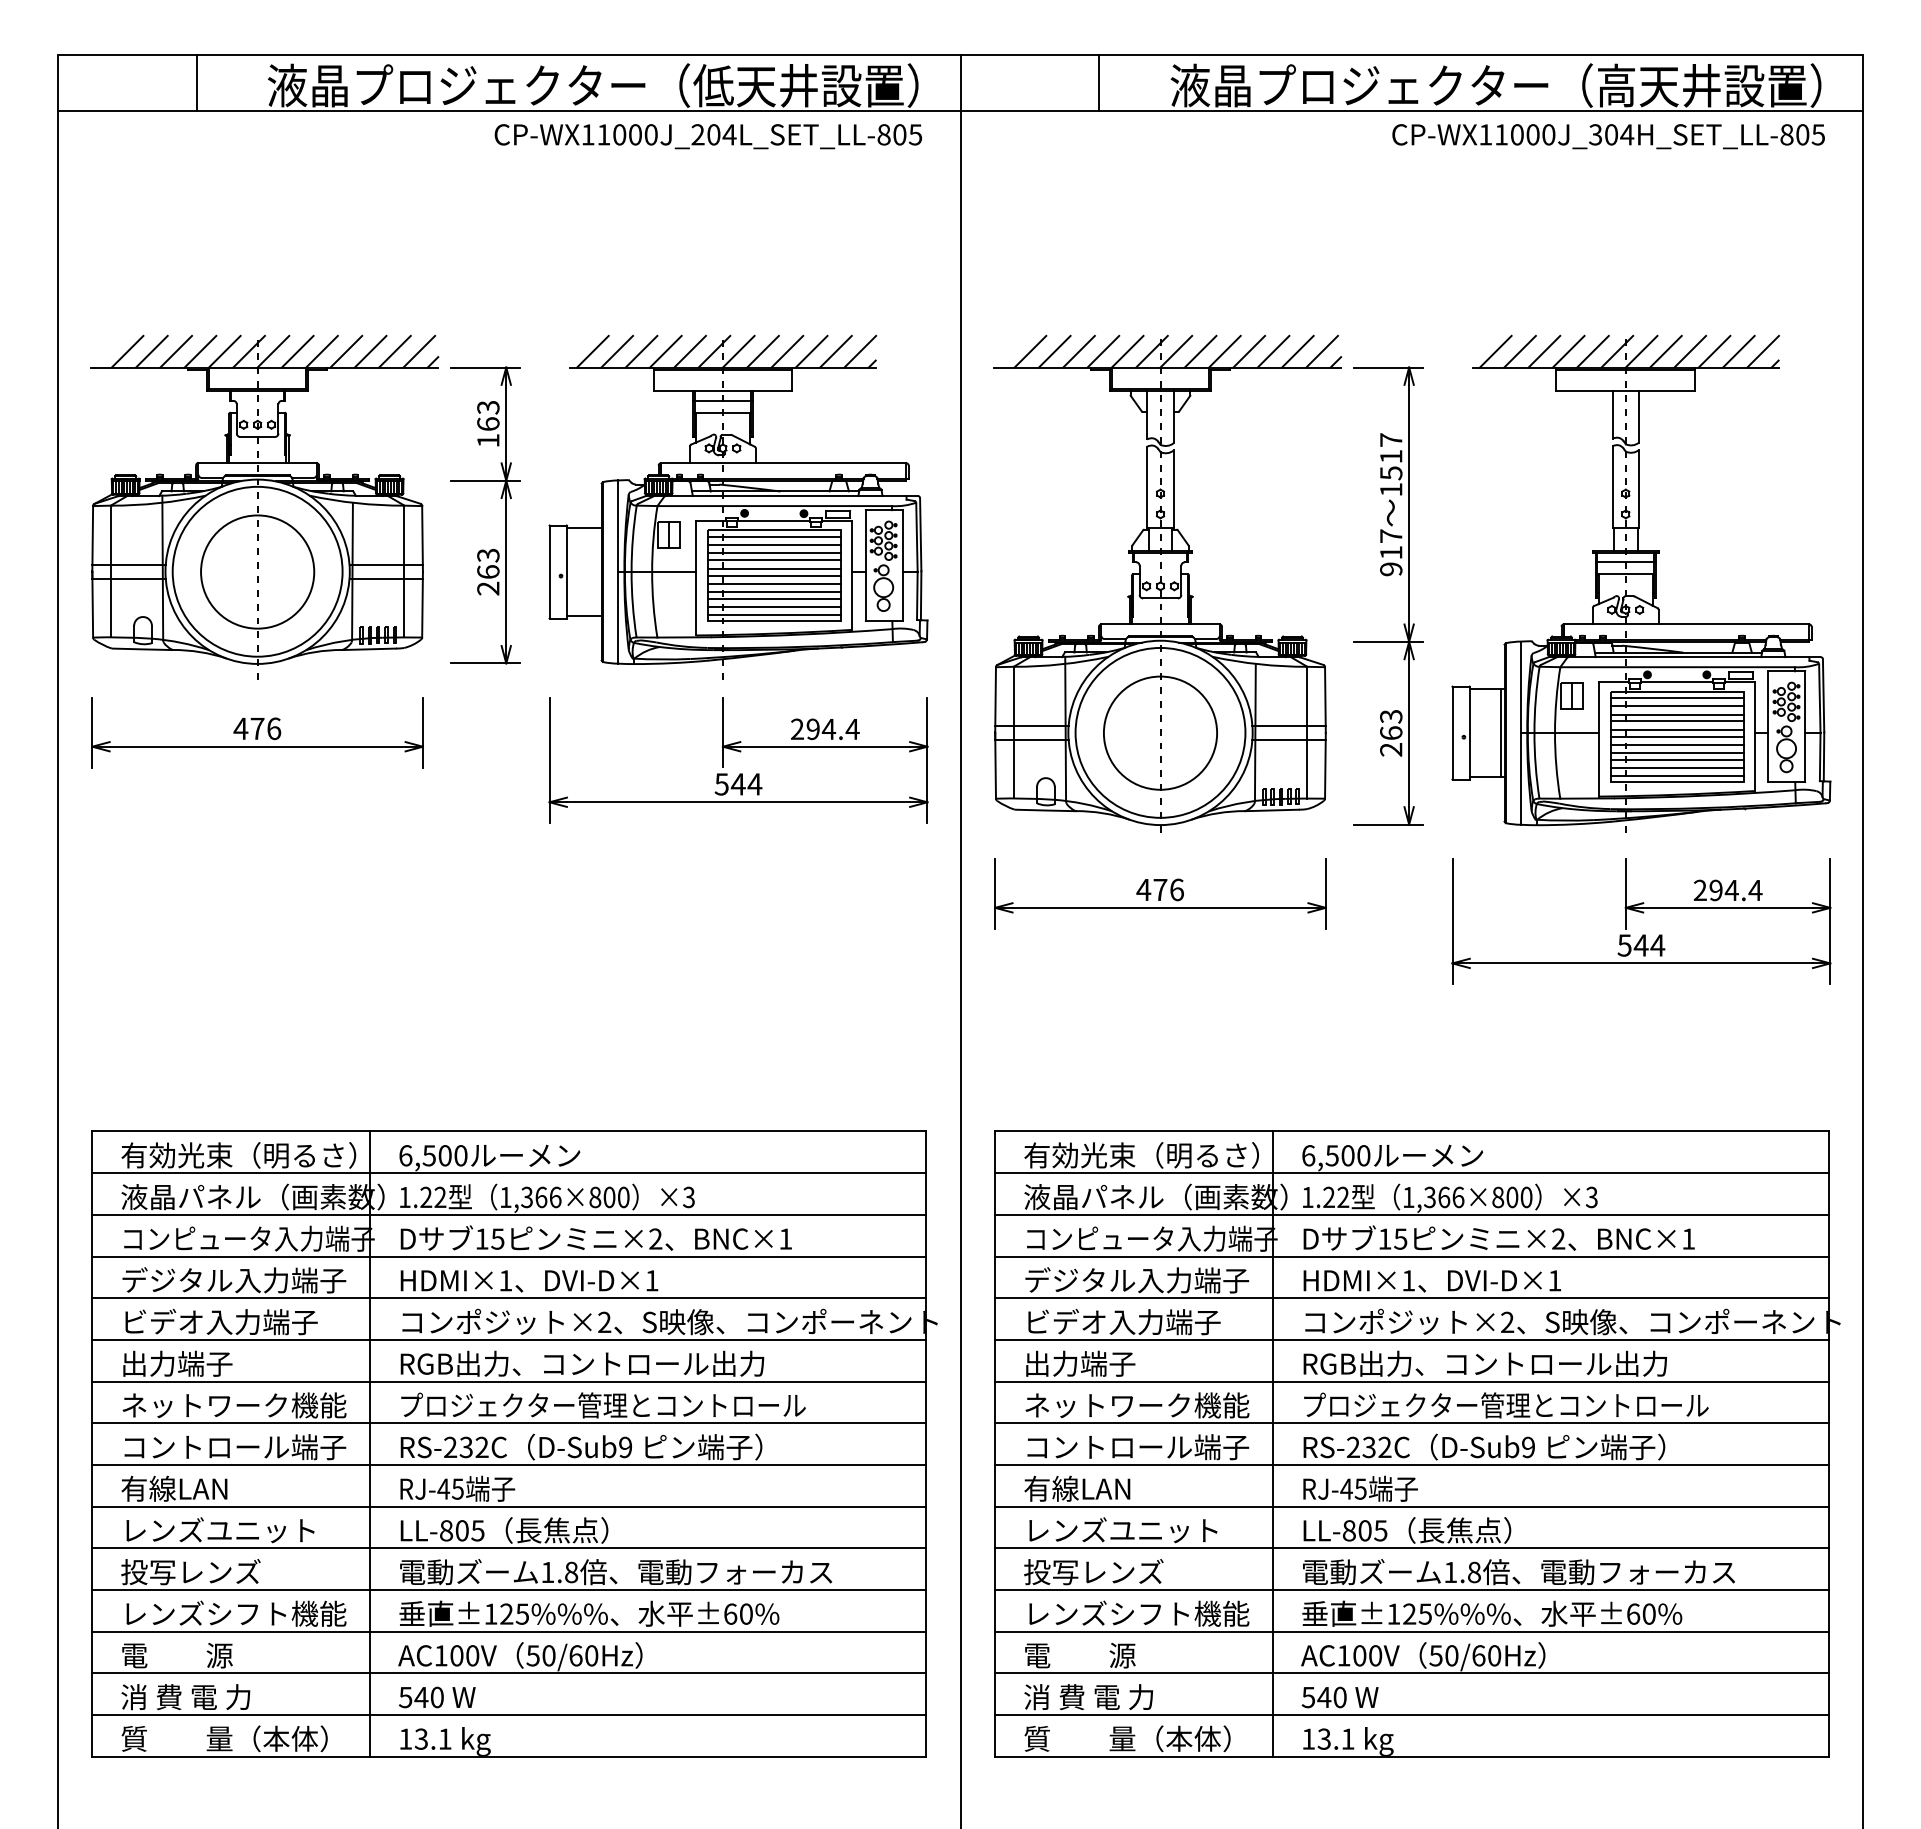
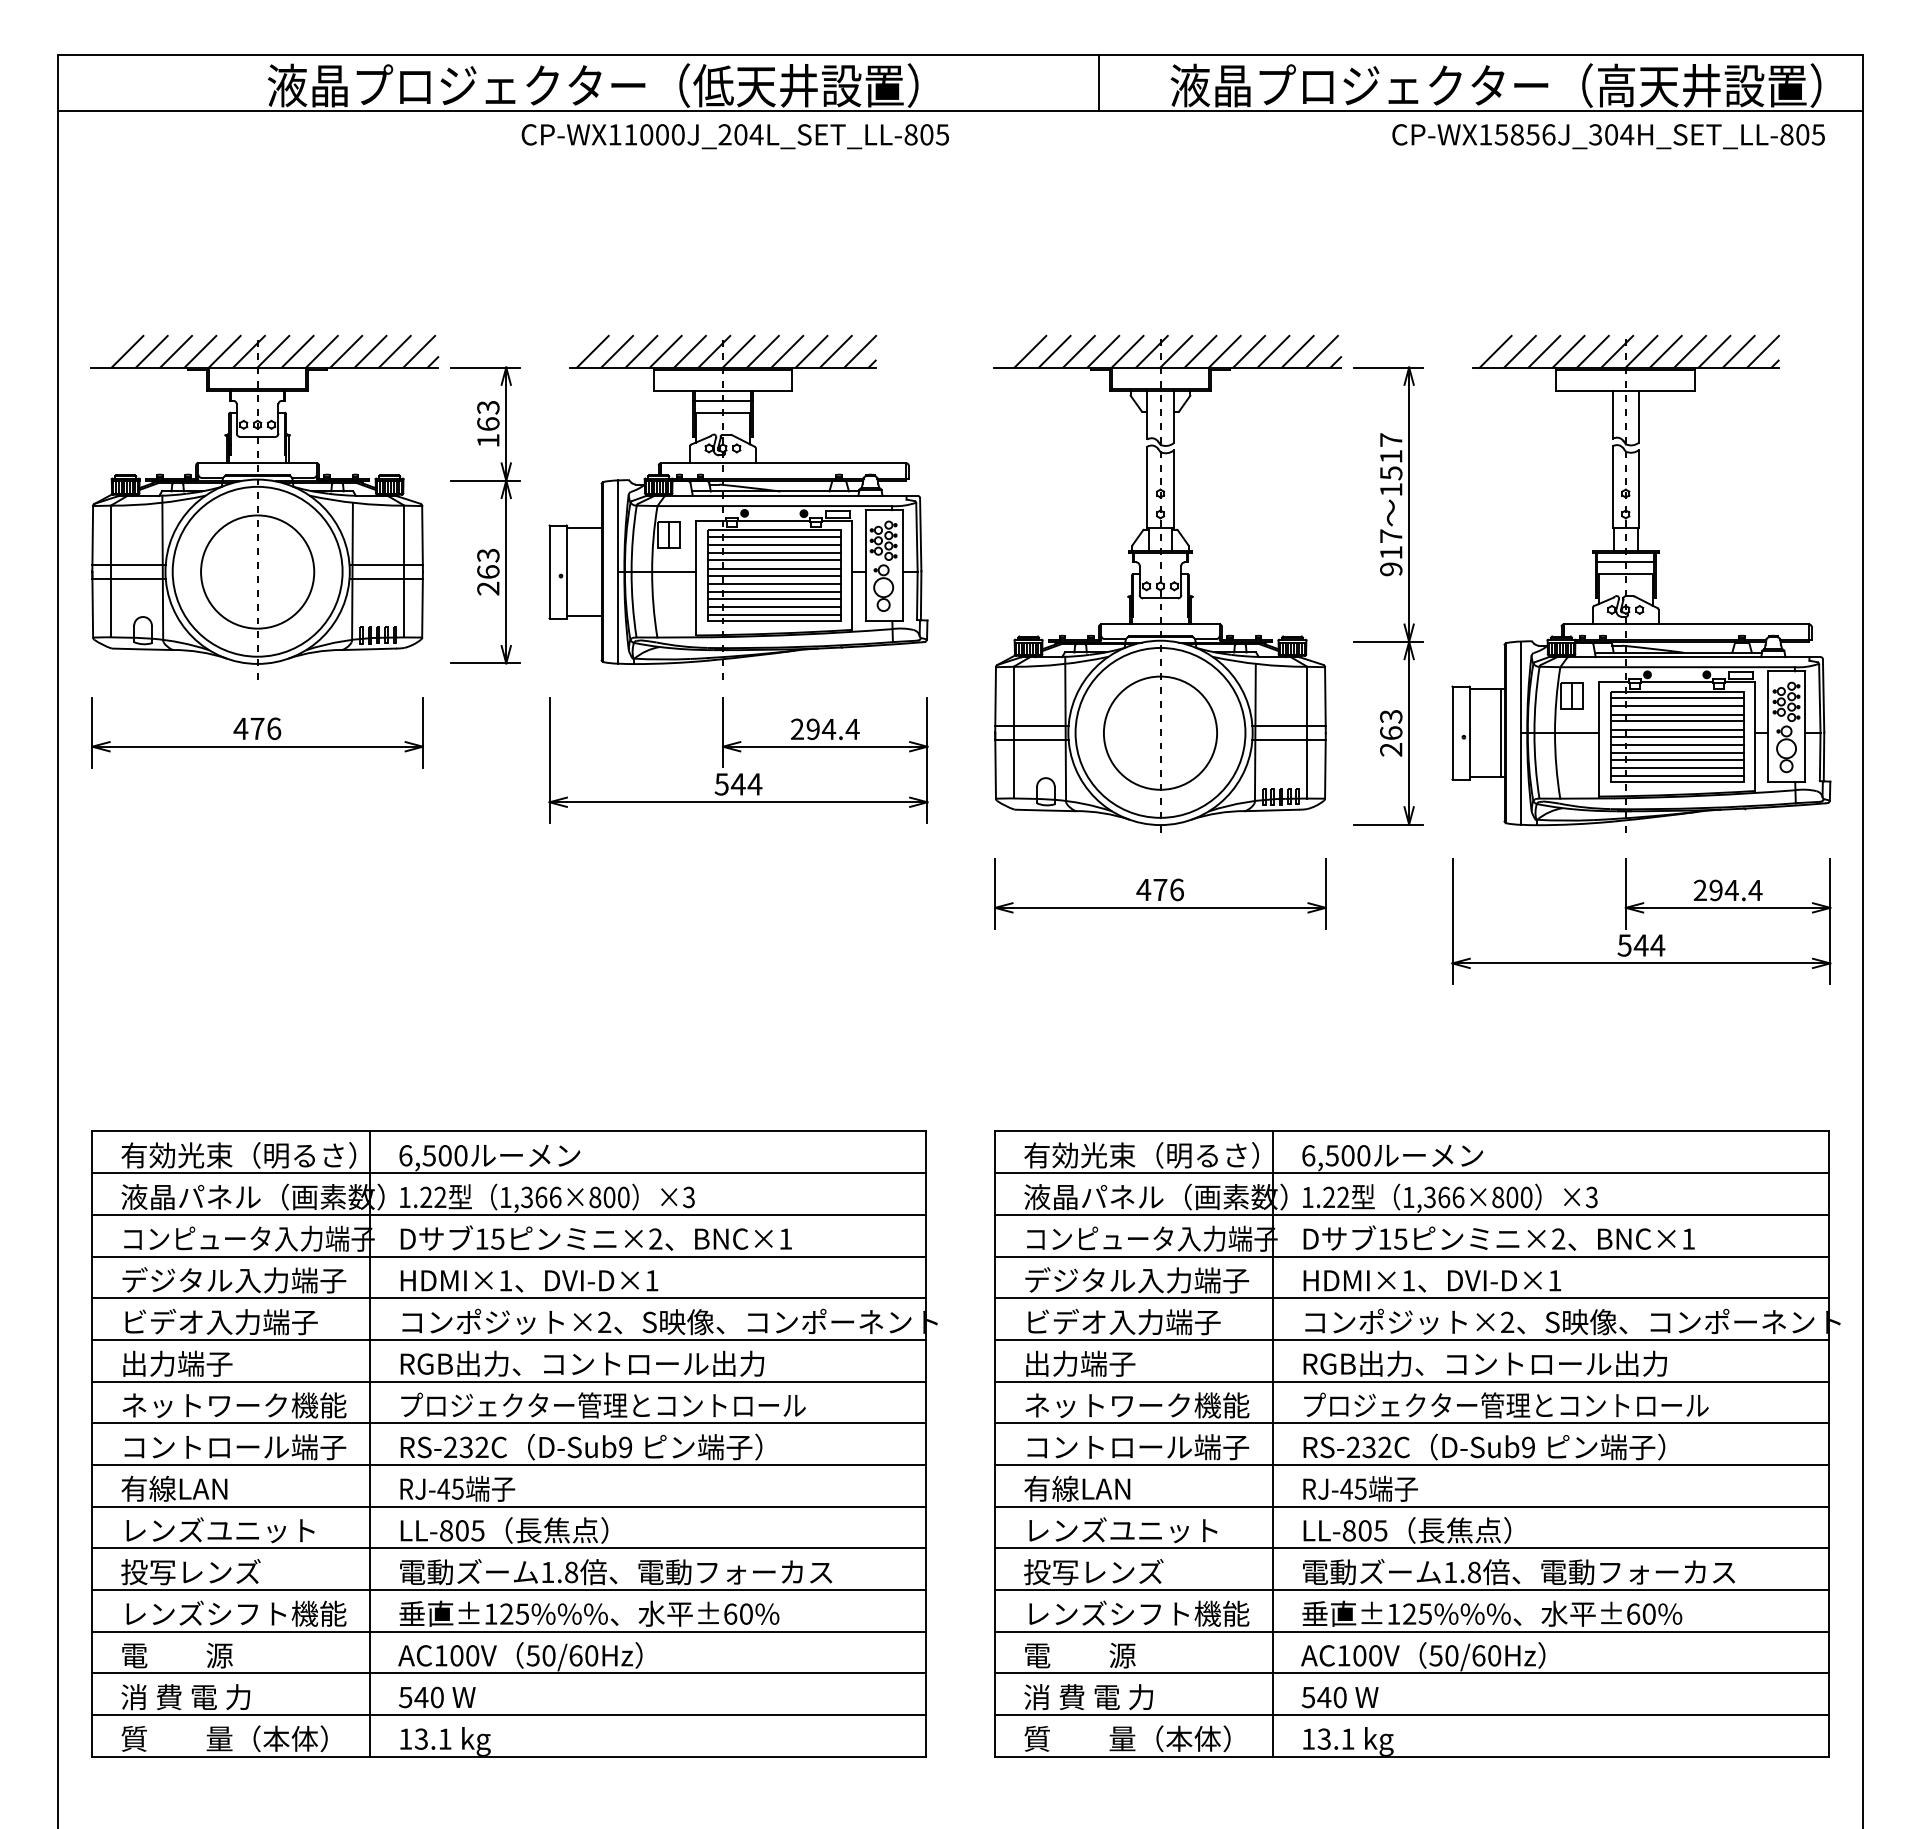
line at (196, 82): present -> none
text at (1524, 134): CP-WX11000J_304H_SET_LL-805 -> CP-WX15856J_304H_SET_LL-805
text at (707, 136) position: (707, 136) -> (734, 136)
line at (960, 939): present -> none
